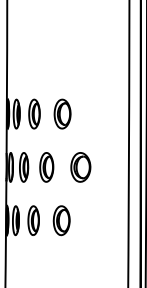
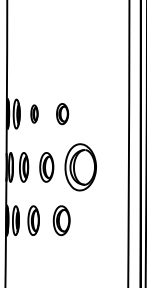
part at (34, 113) size: 13x32 px -> 9x20 px
part at (62, 113) size: 19x32 px -> 14x23 px
part at (80, 167) size: 22x31 px -> 33x49 px
